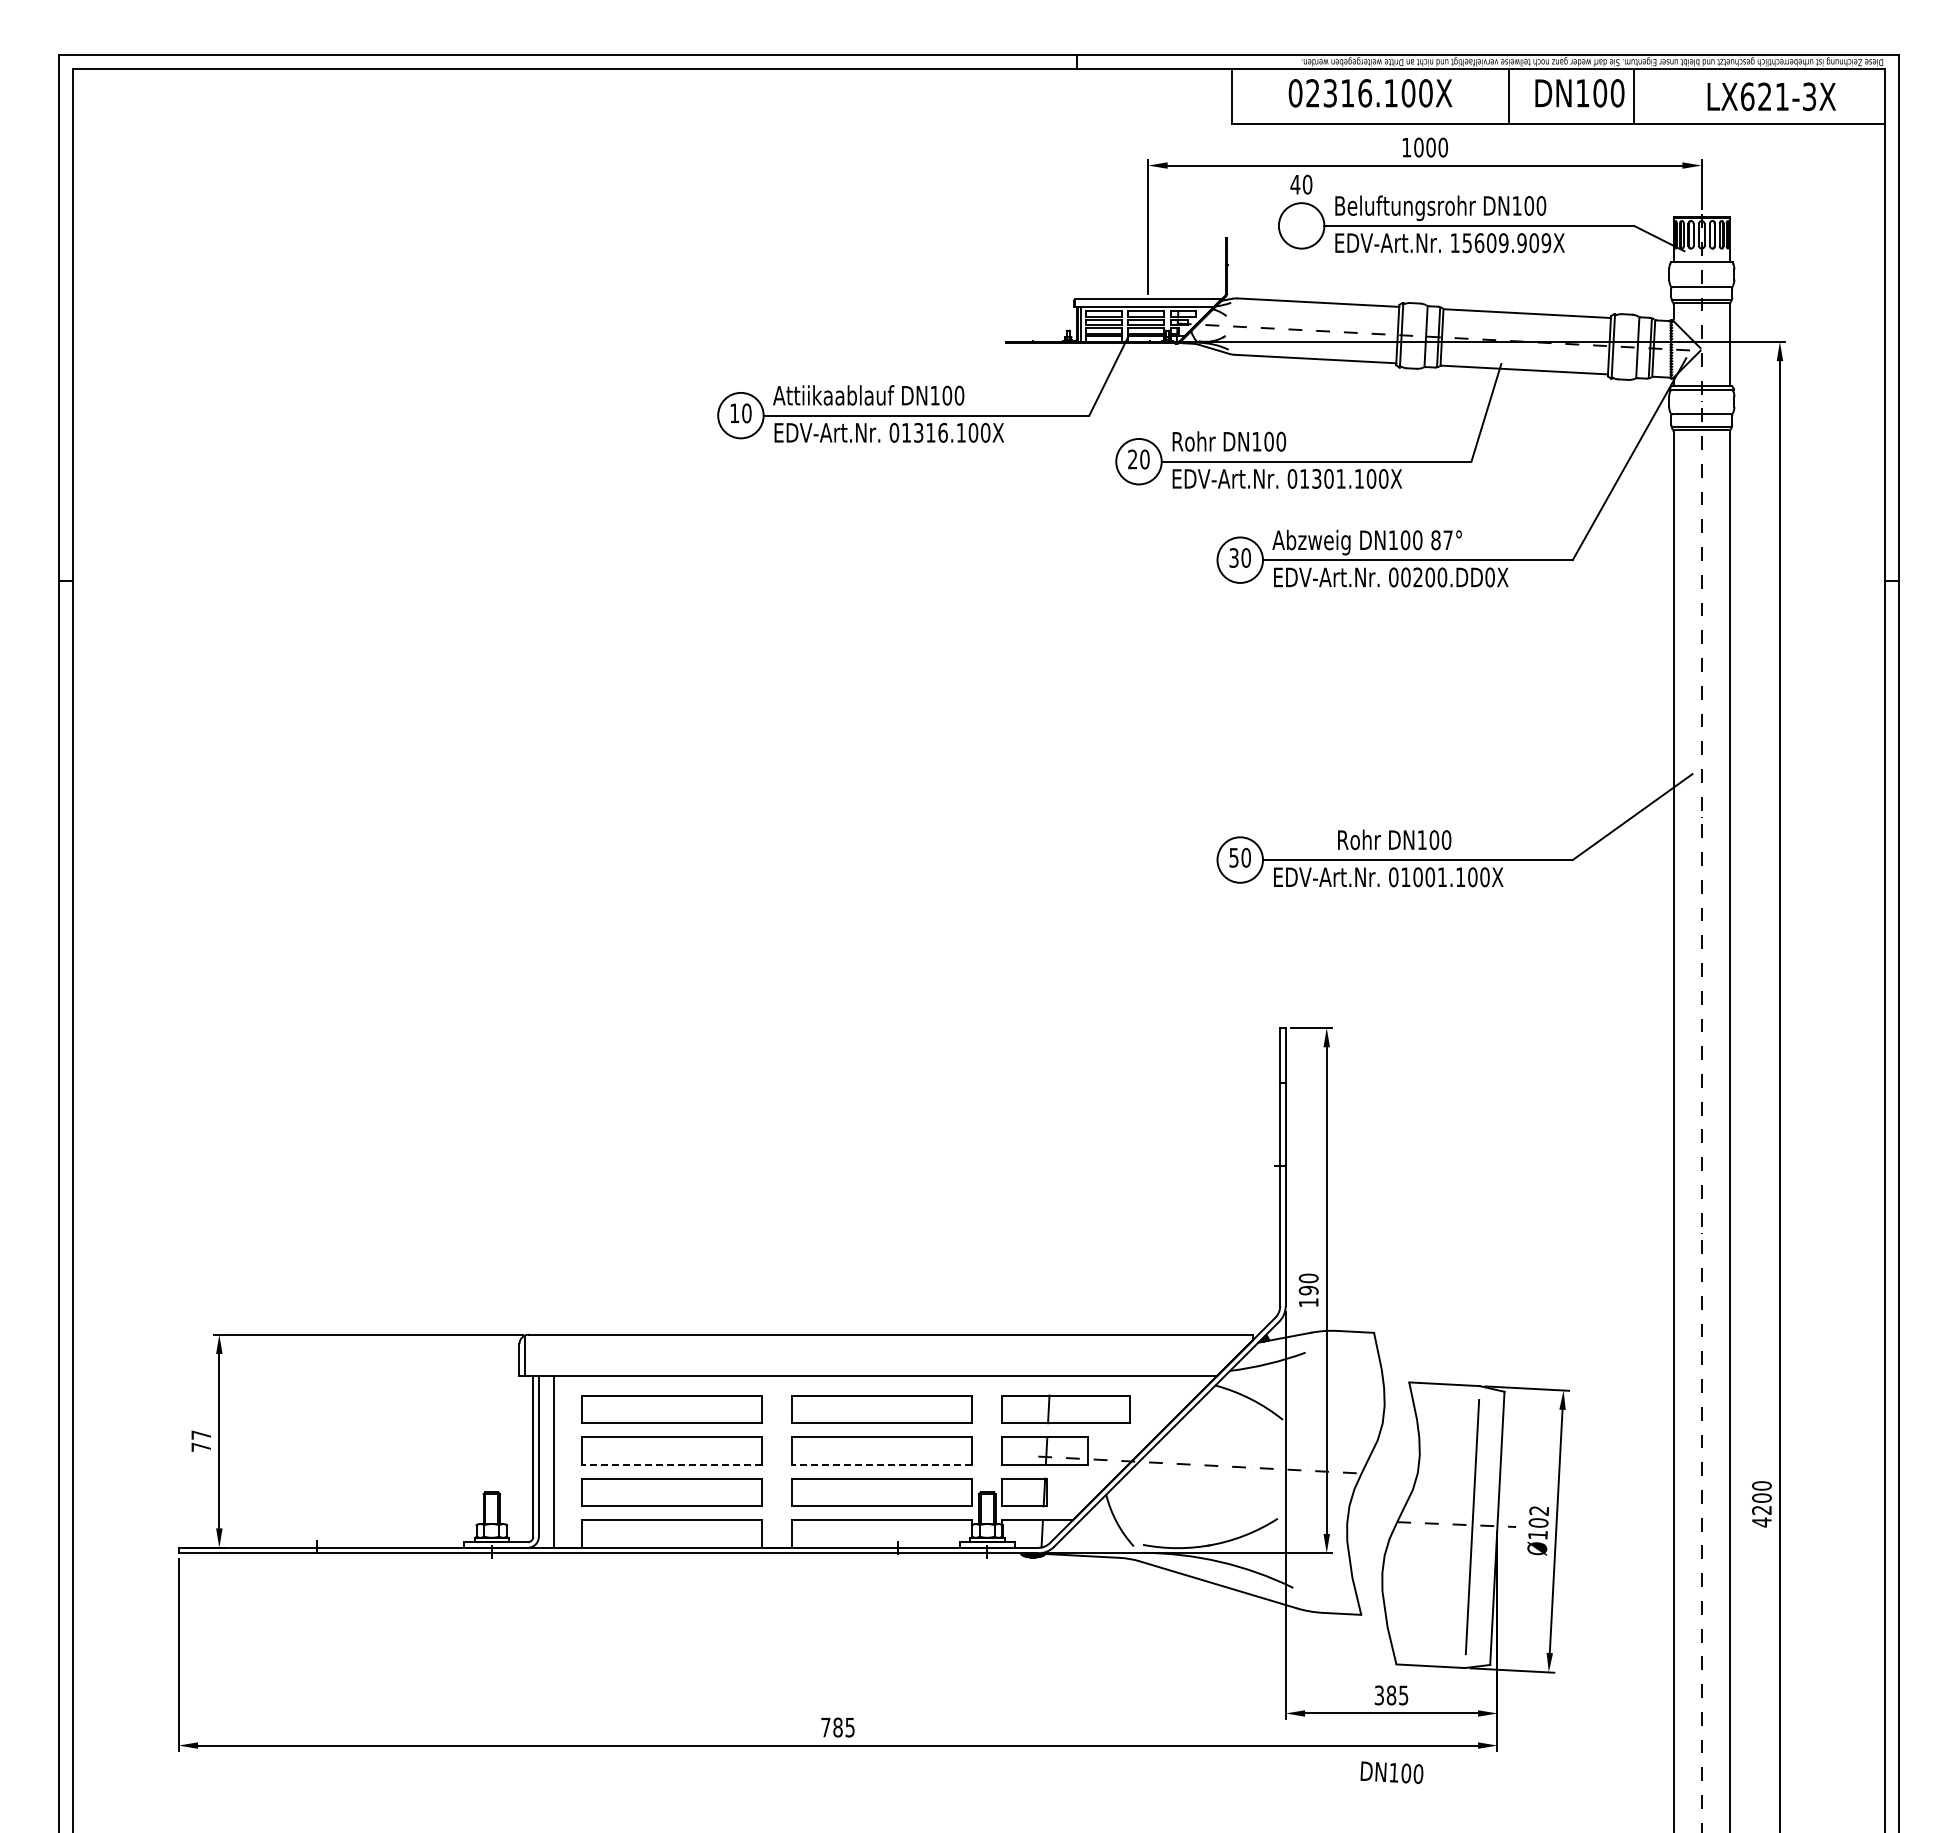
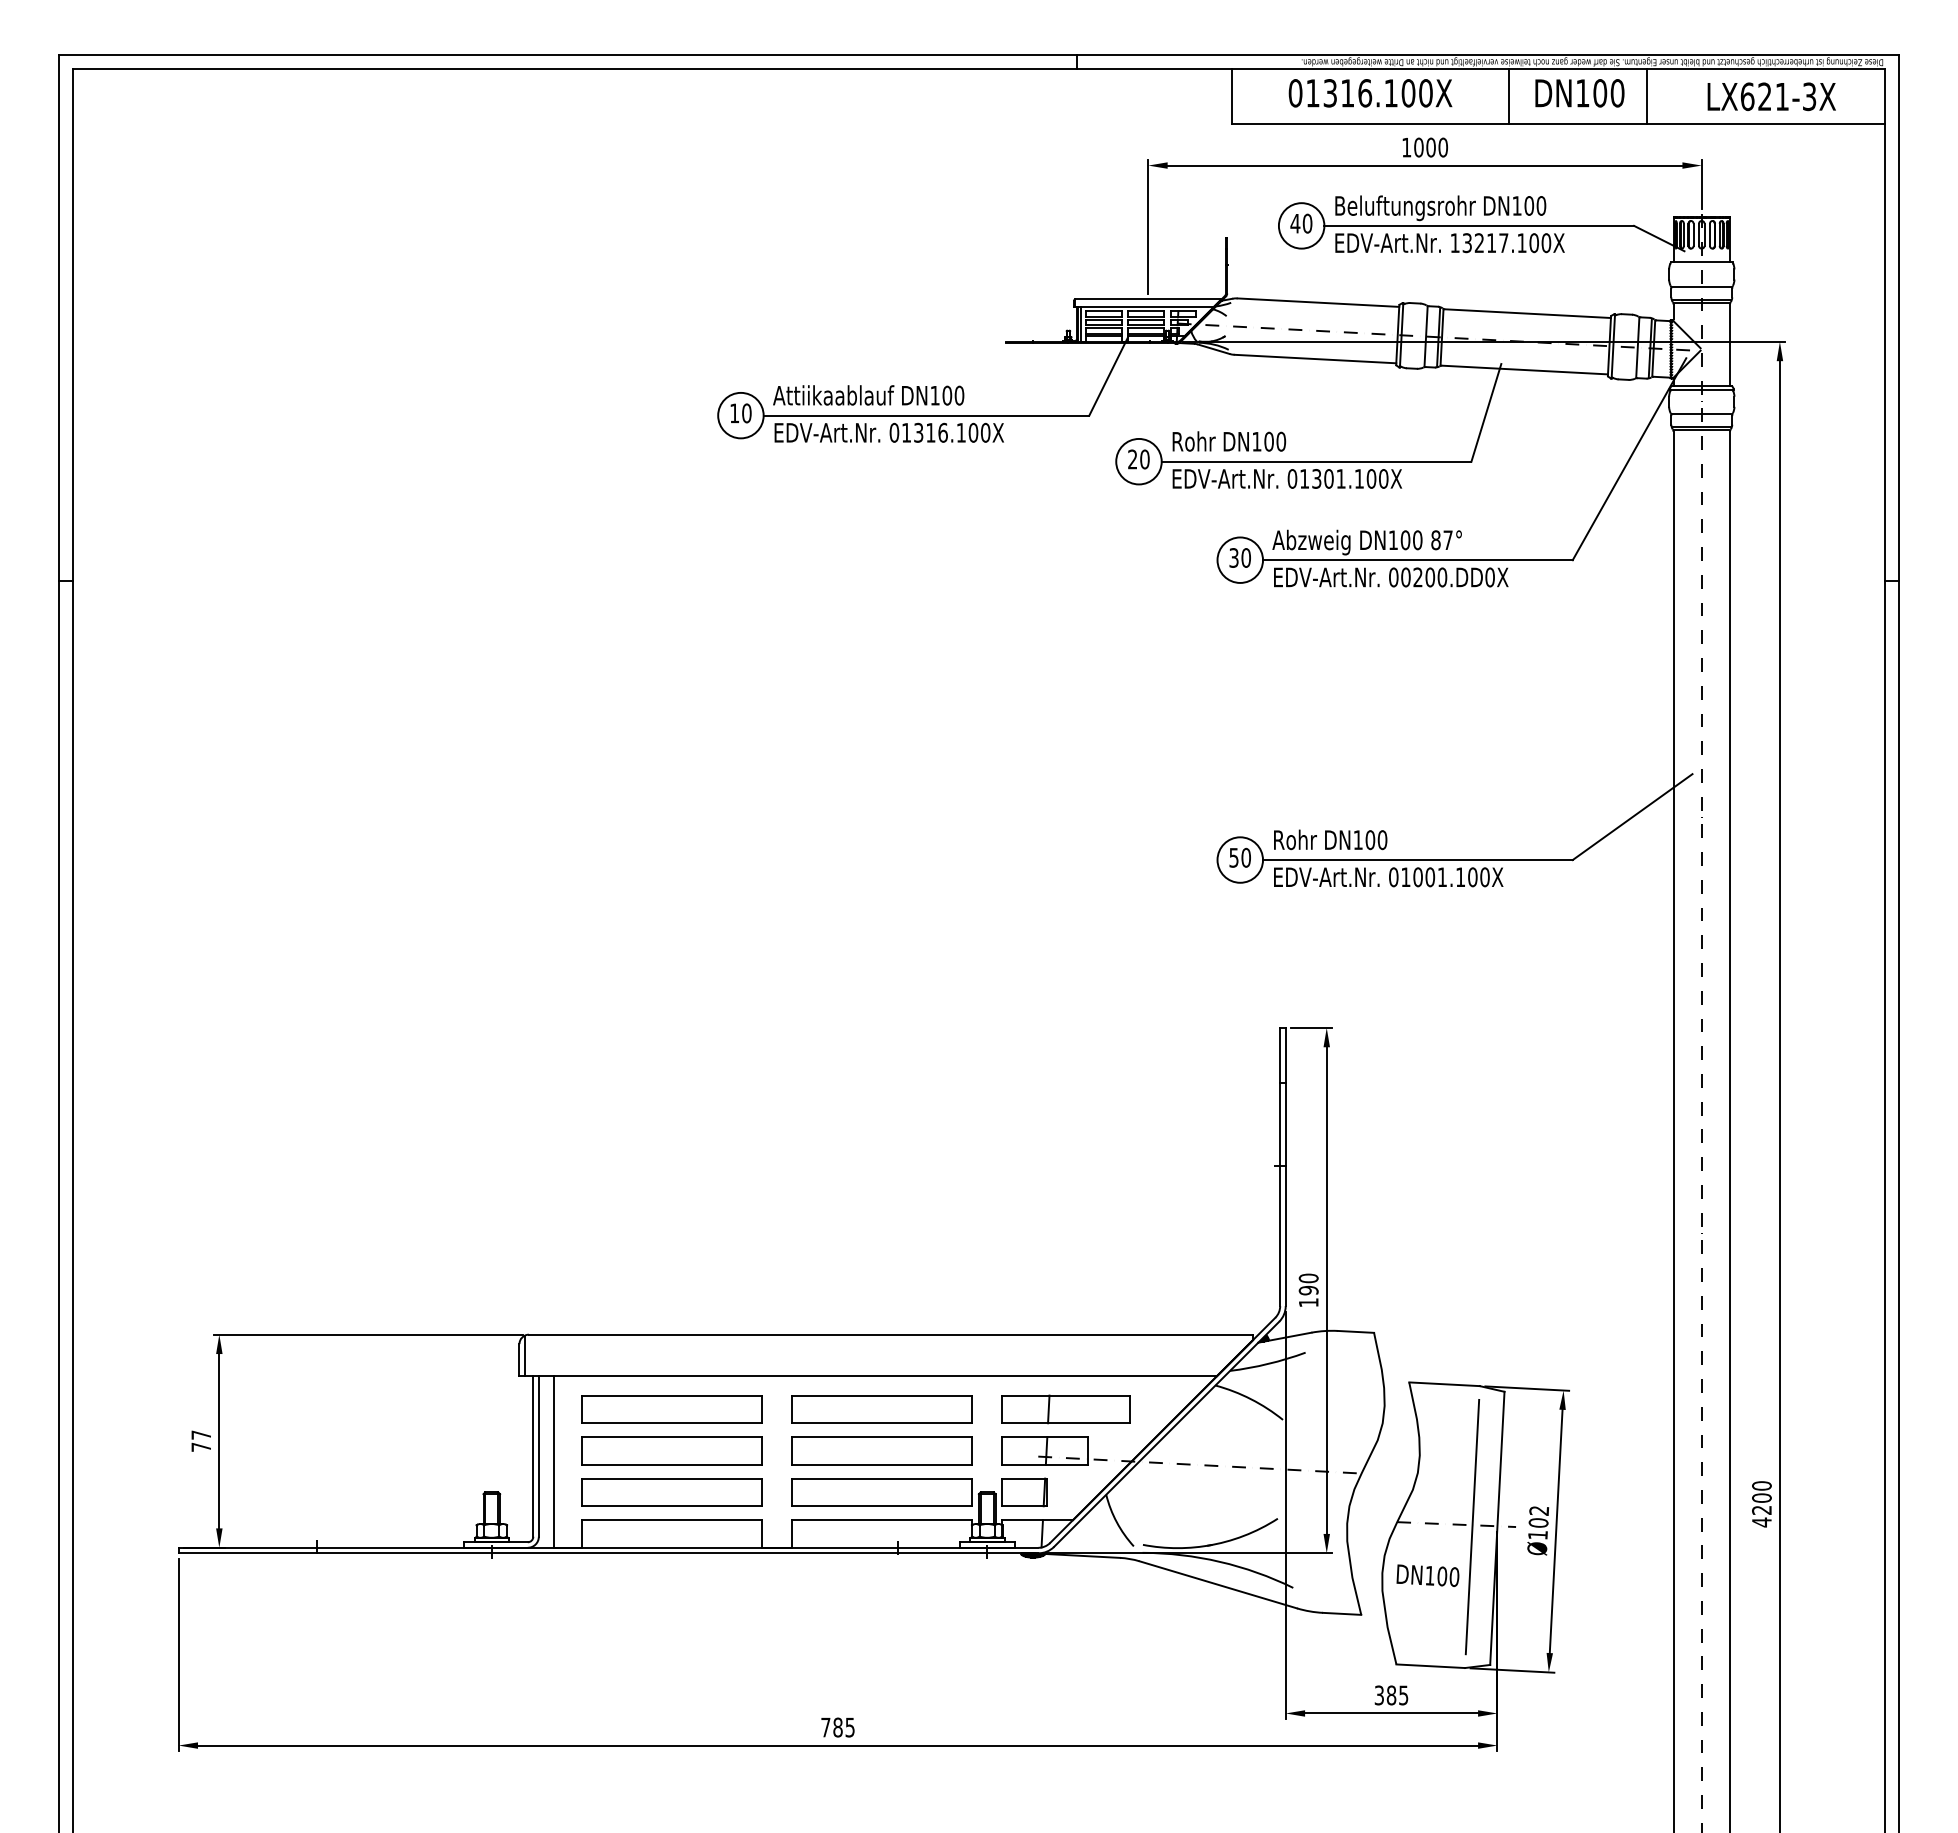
text at (1312, 93): 02316.100X -> 01316.100X
line at (1634, 96) position: (1634, 96) -> (1647, 96)
text at (1301, 184) position: (1301, 184) -> (1301, 223)
text at (1507, 243): 15609.909X -> 13217.100X
text at (1394, 839) position: (1394, 839) -> (1330, 839)
line at (671, 1464): dashed -> solid
line at (882, 1464): dashed -> solid
text at (1391, 1772) position: (1391, 1772) -> (1427, 1575)
